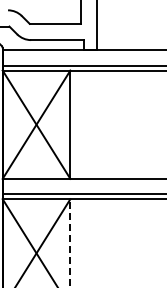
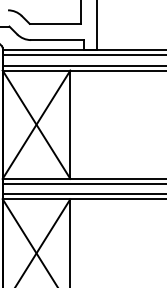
line at (82, 55): none -> present
line at (82, 183): none -> present
line at (70, 242): dashed -> solid
